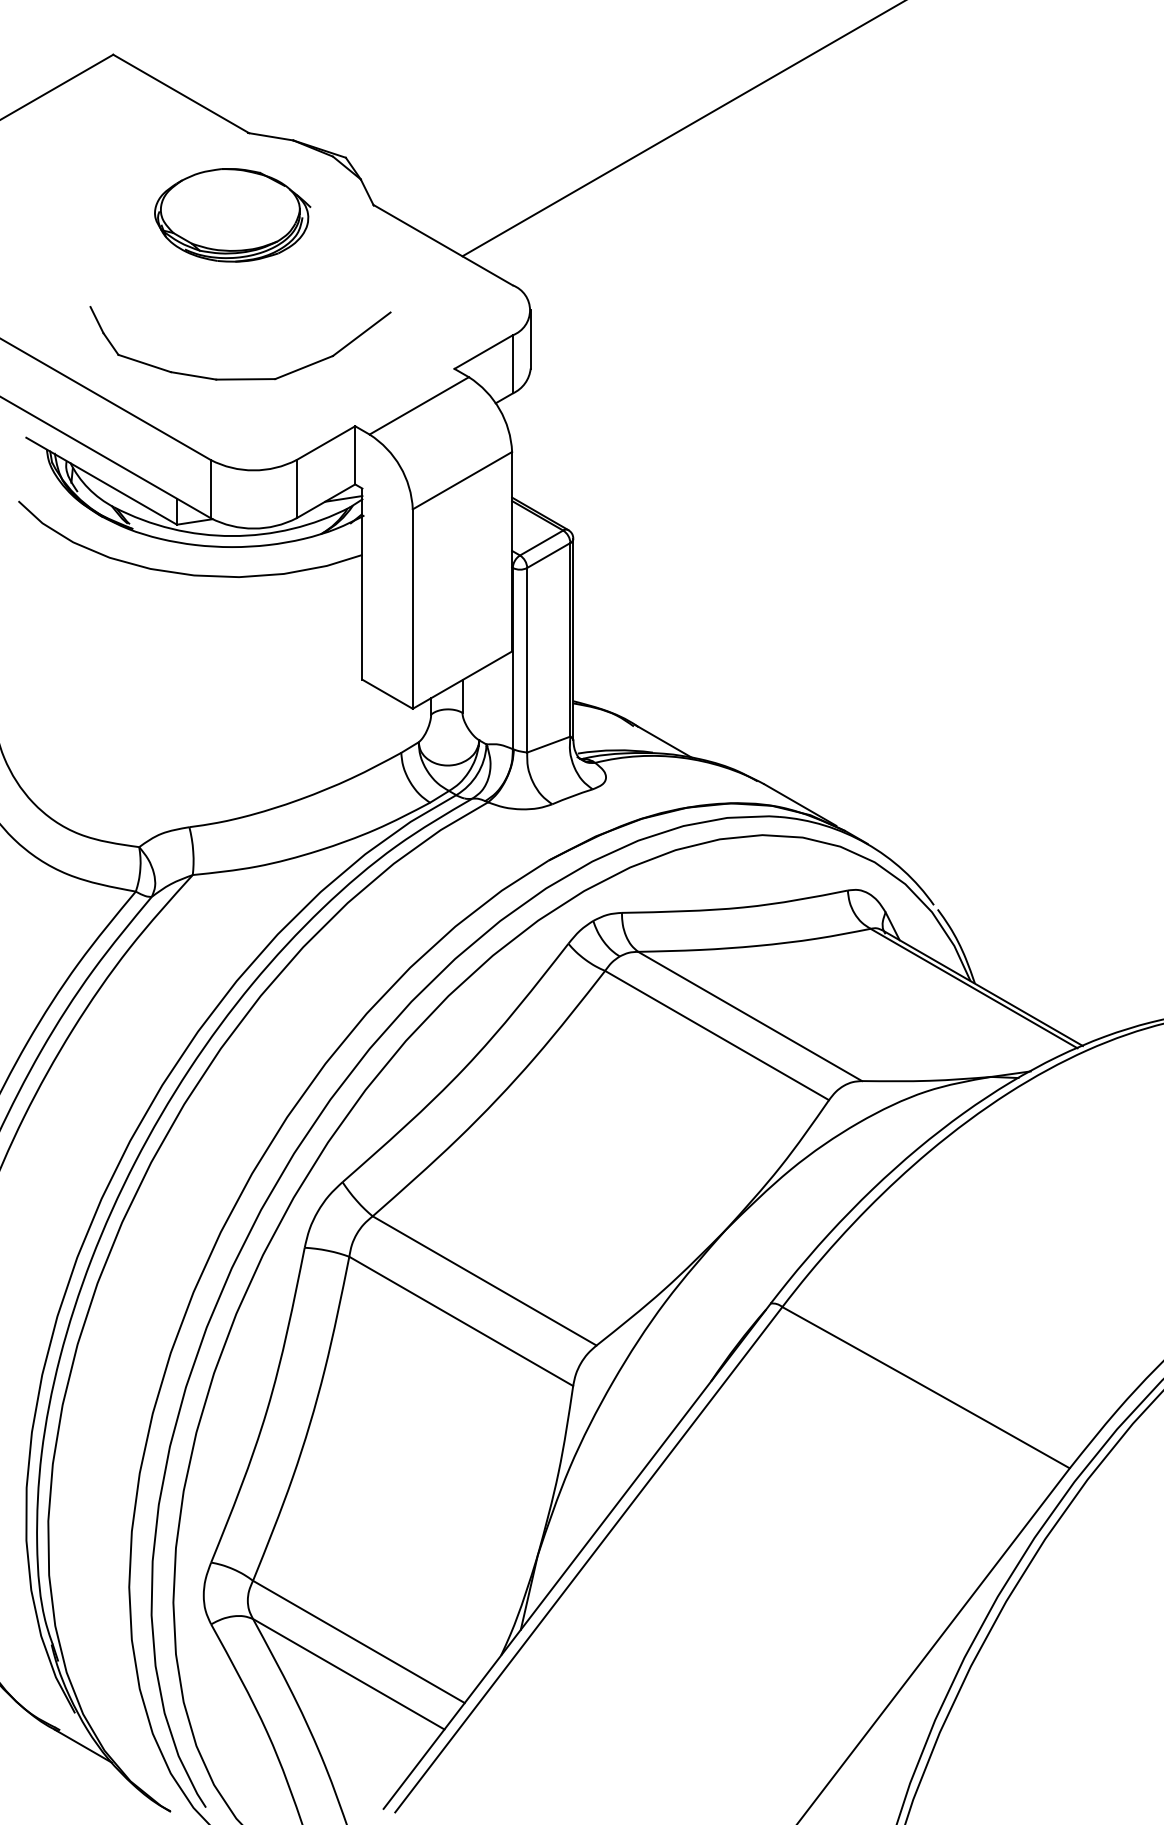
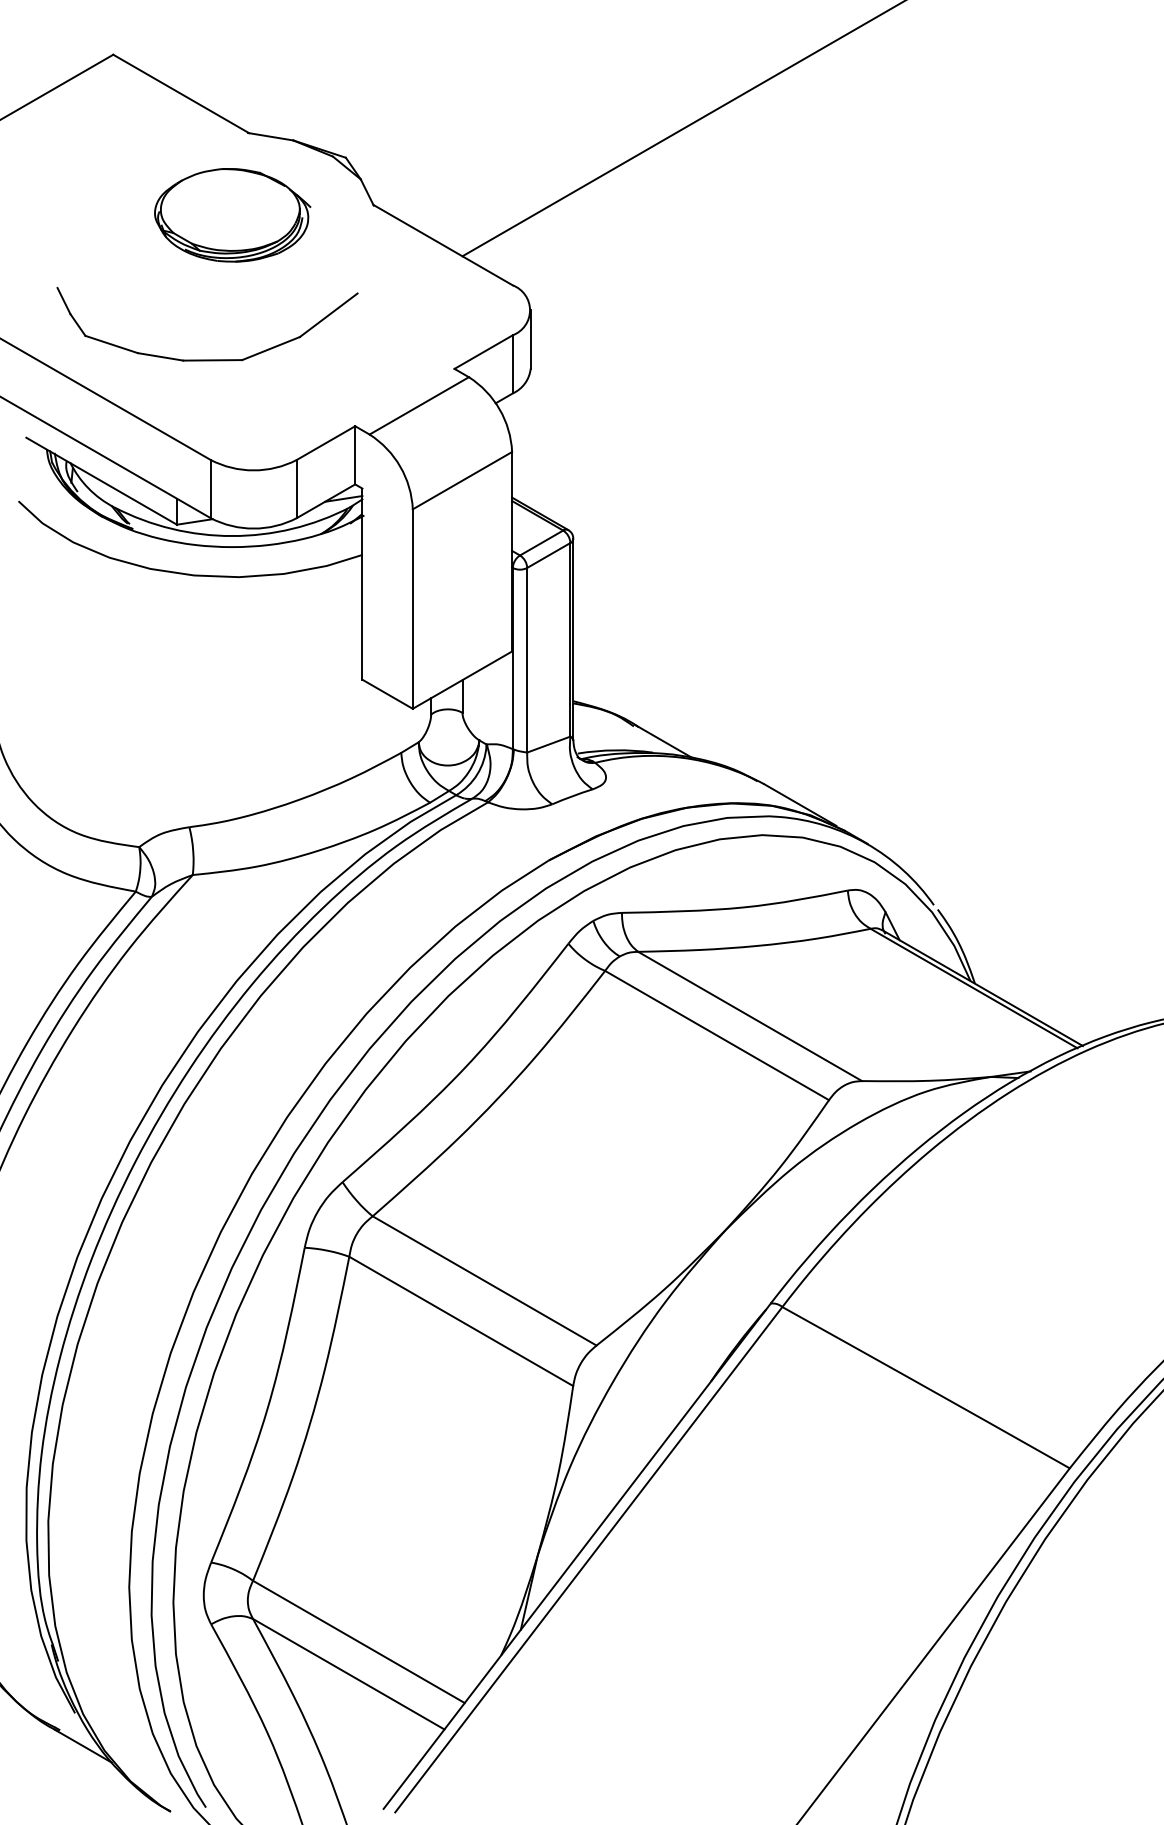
part at (240, 378) position: (240, 378) -> (207, 359)
